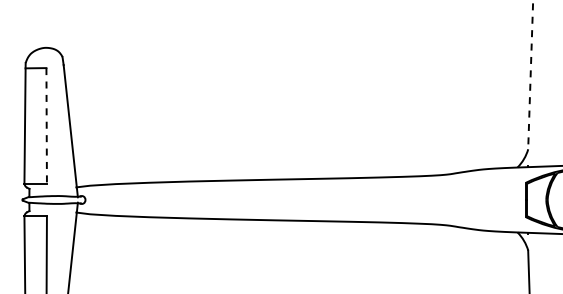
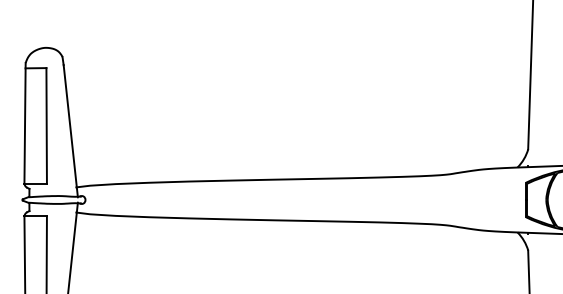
line at (530, 75): dashed -> solid
line at (46, 125): dashed -> solid
